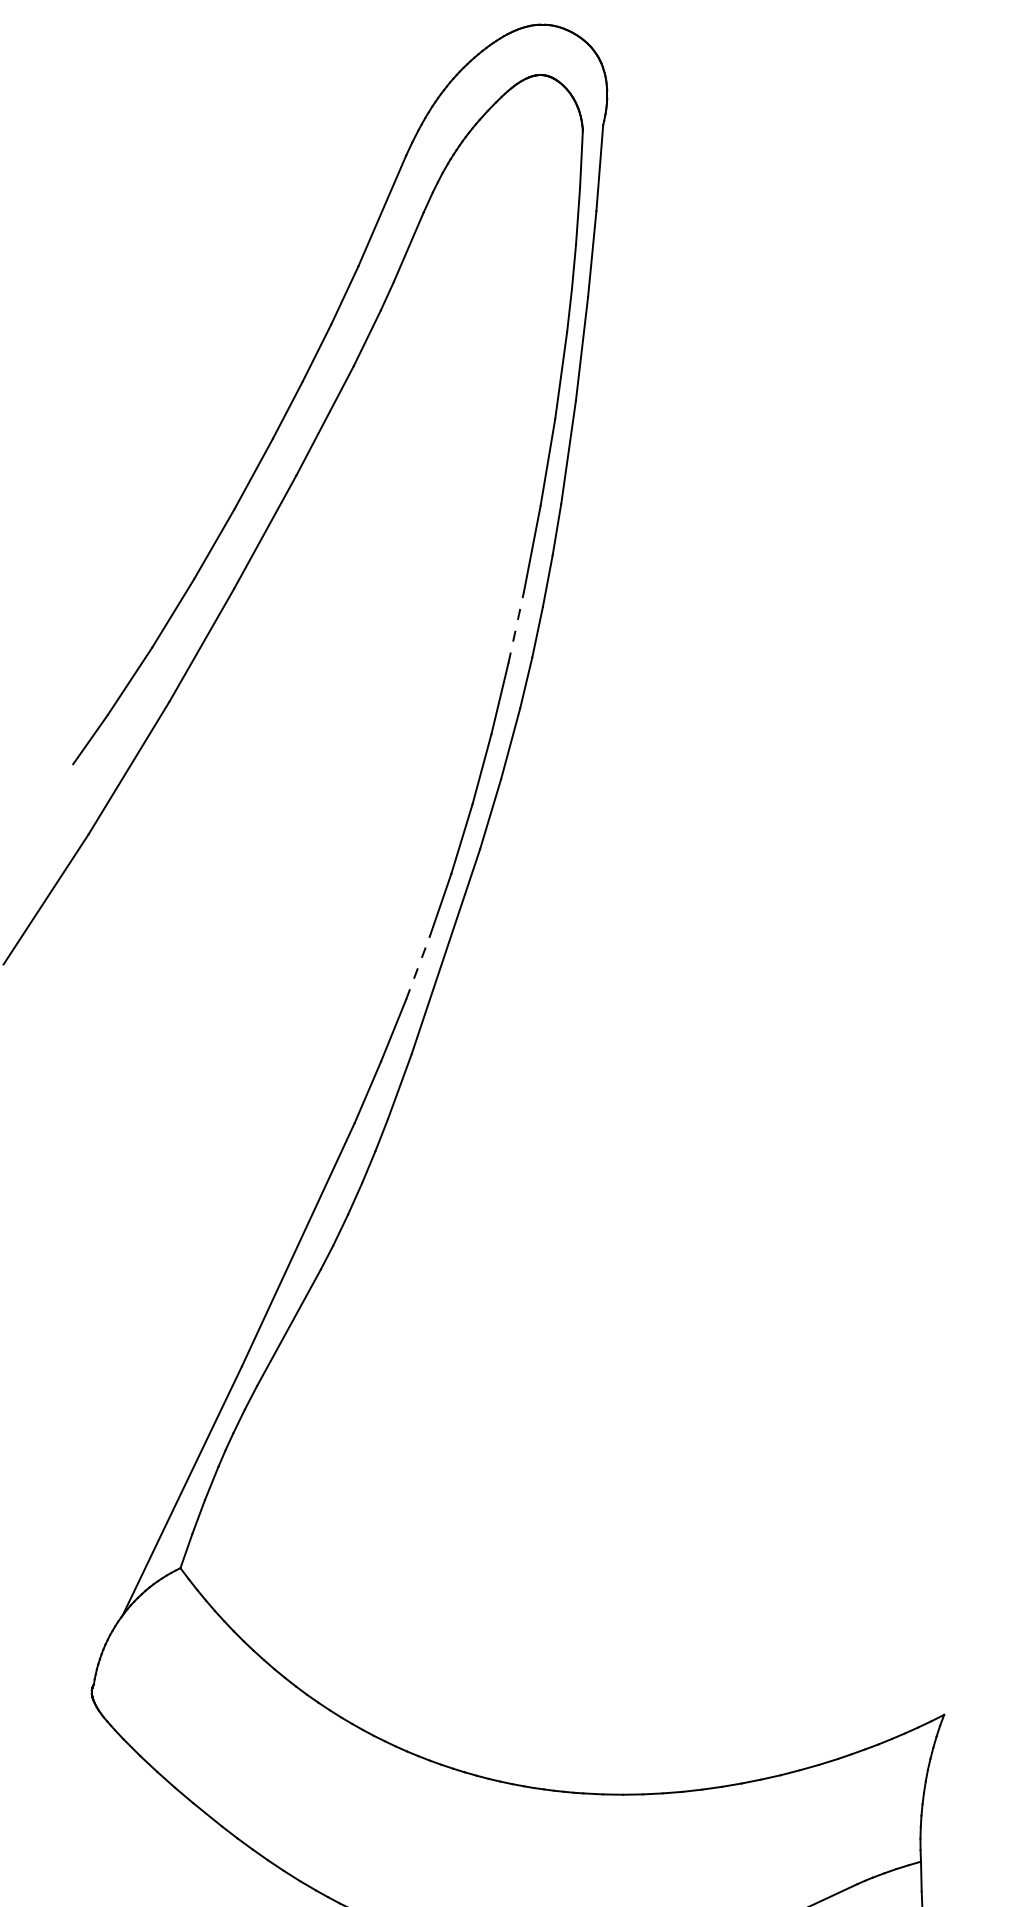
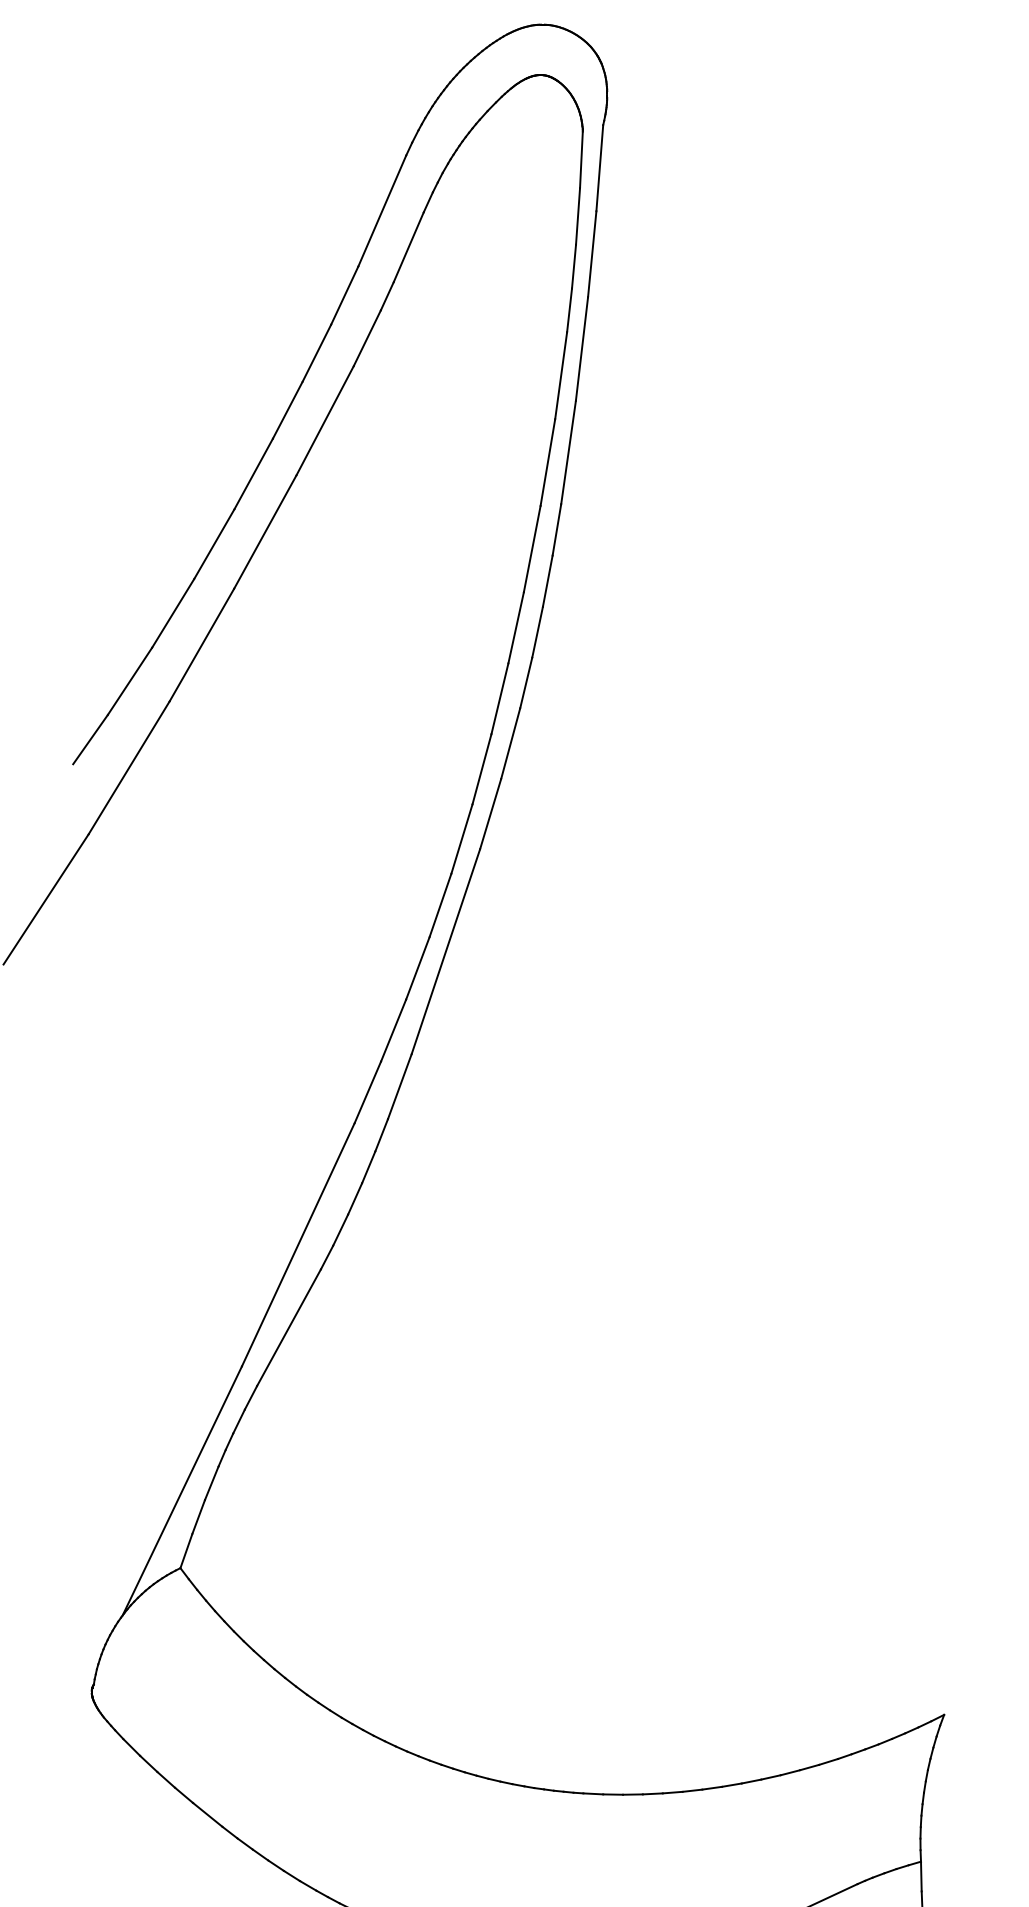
line at (516, 627): dashed -> solid
line at (418, 967): dashed -> solid
